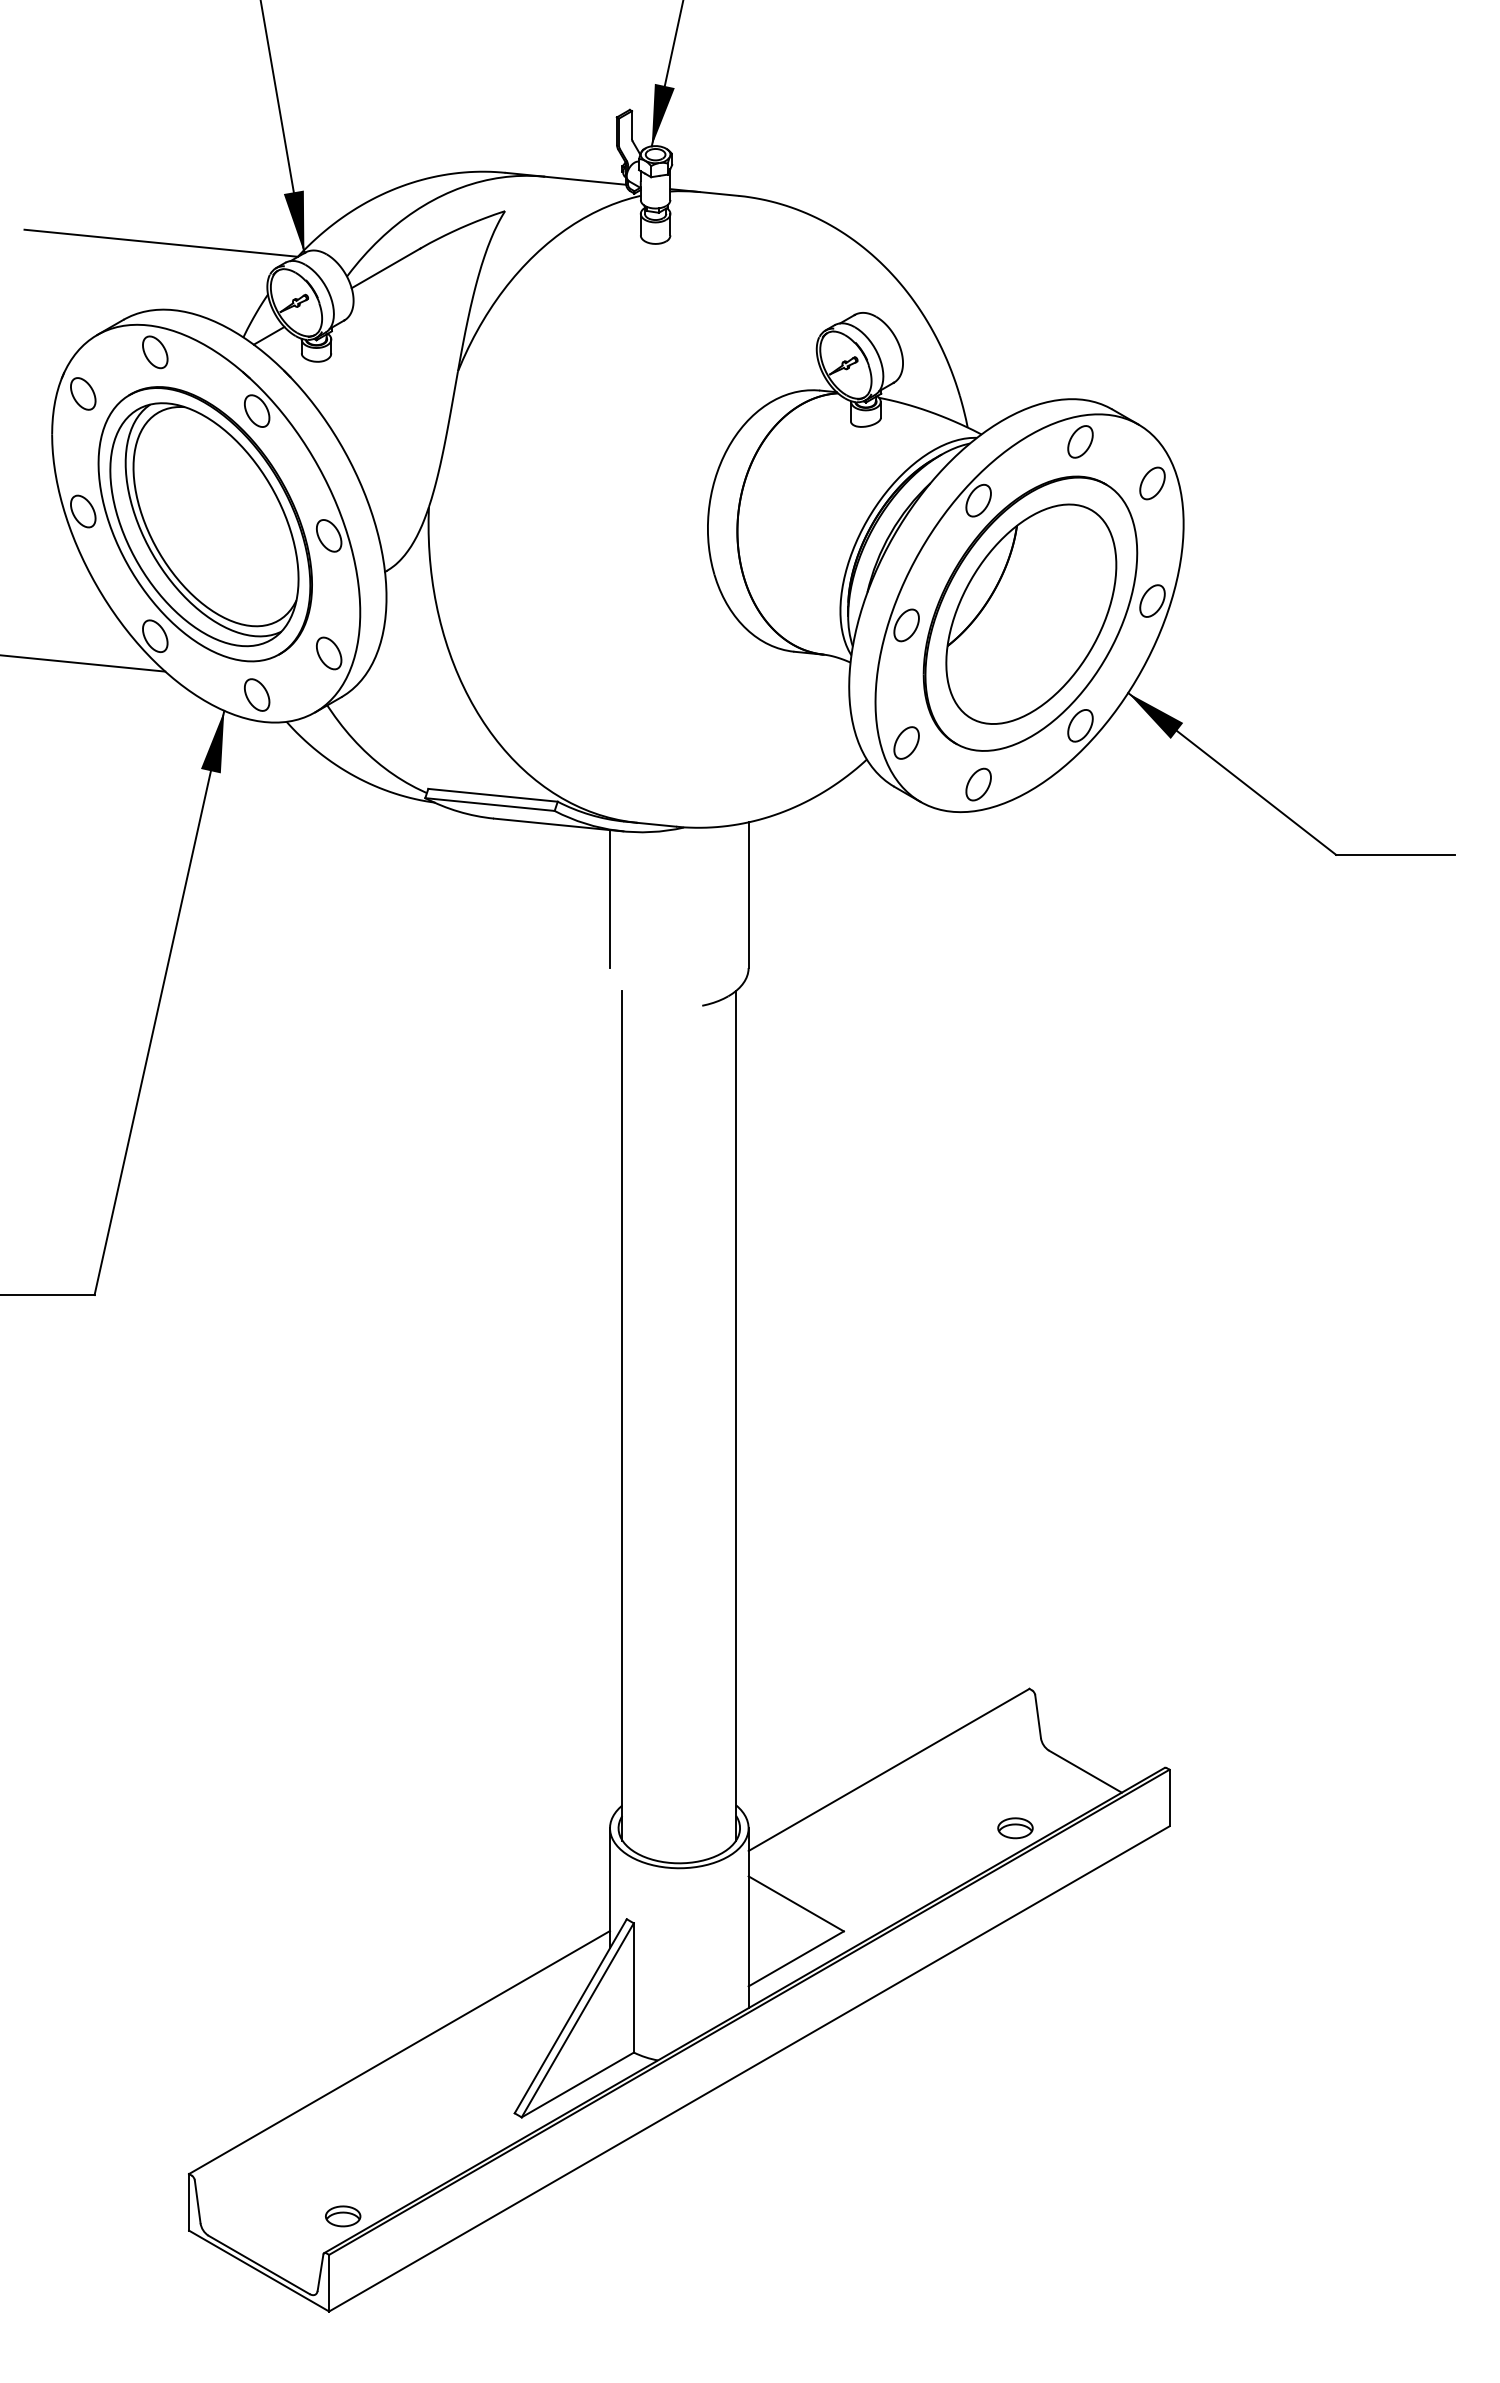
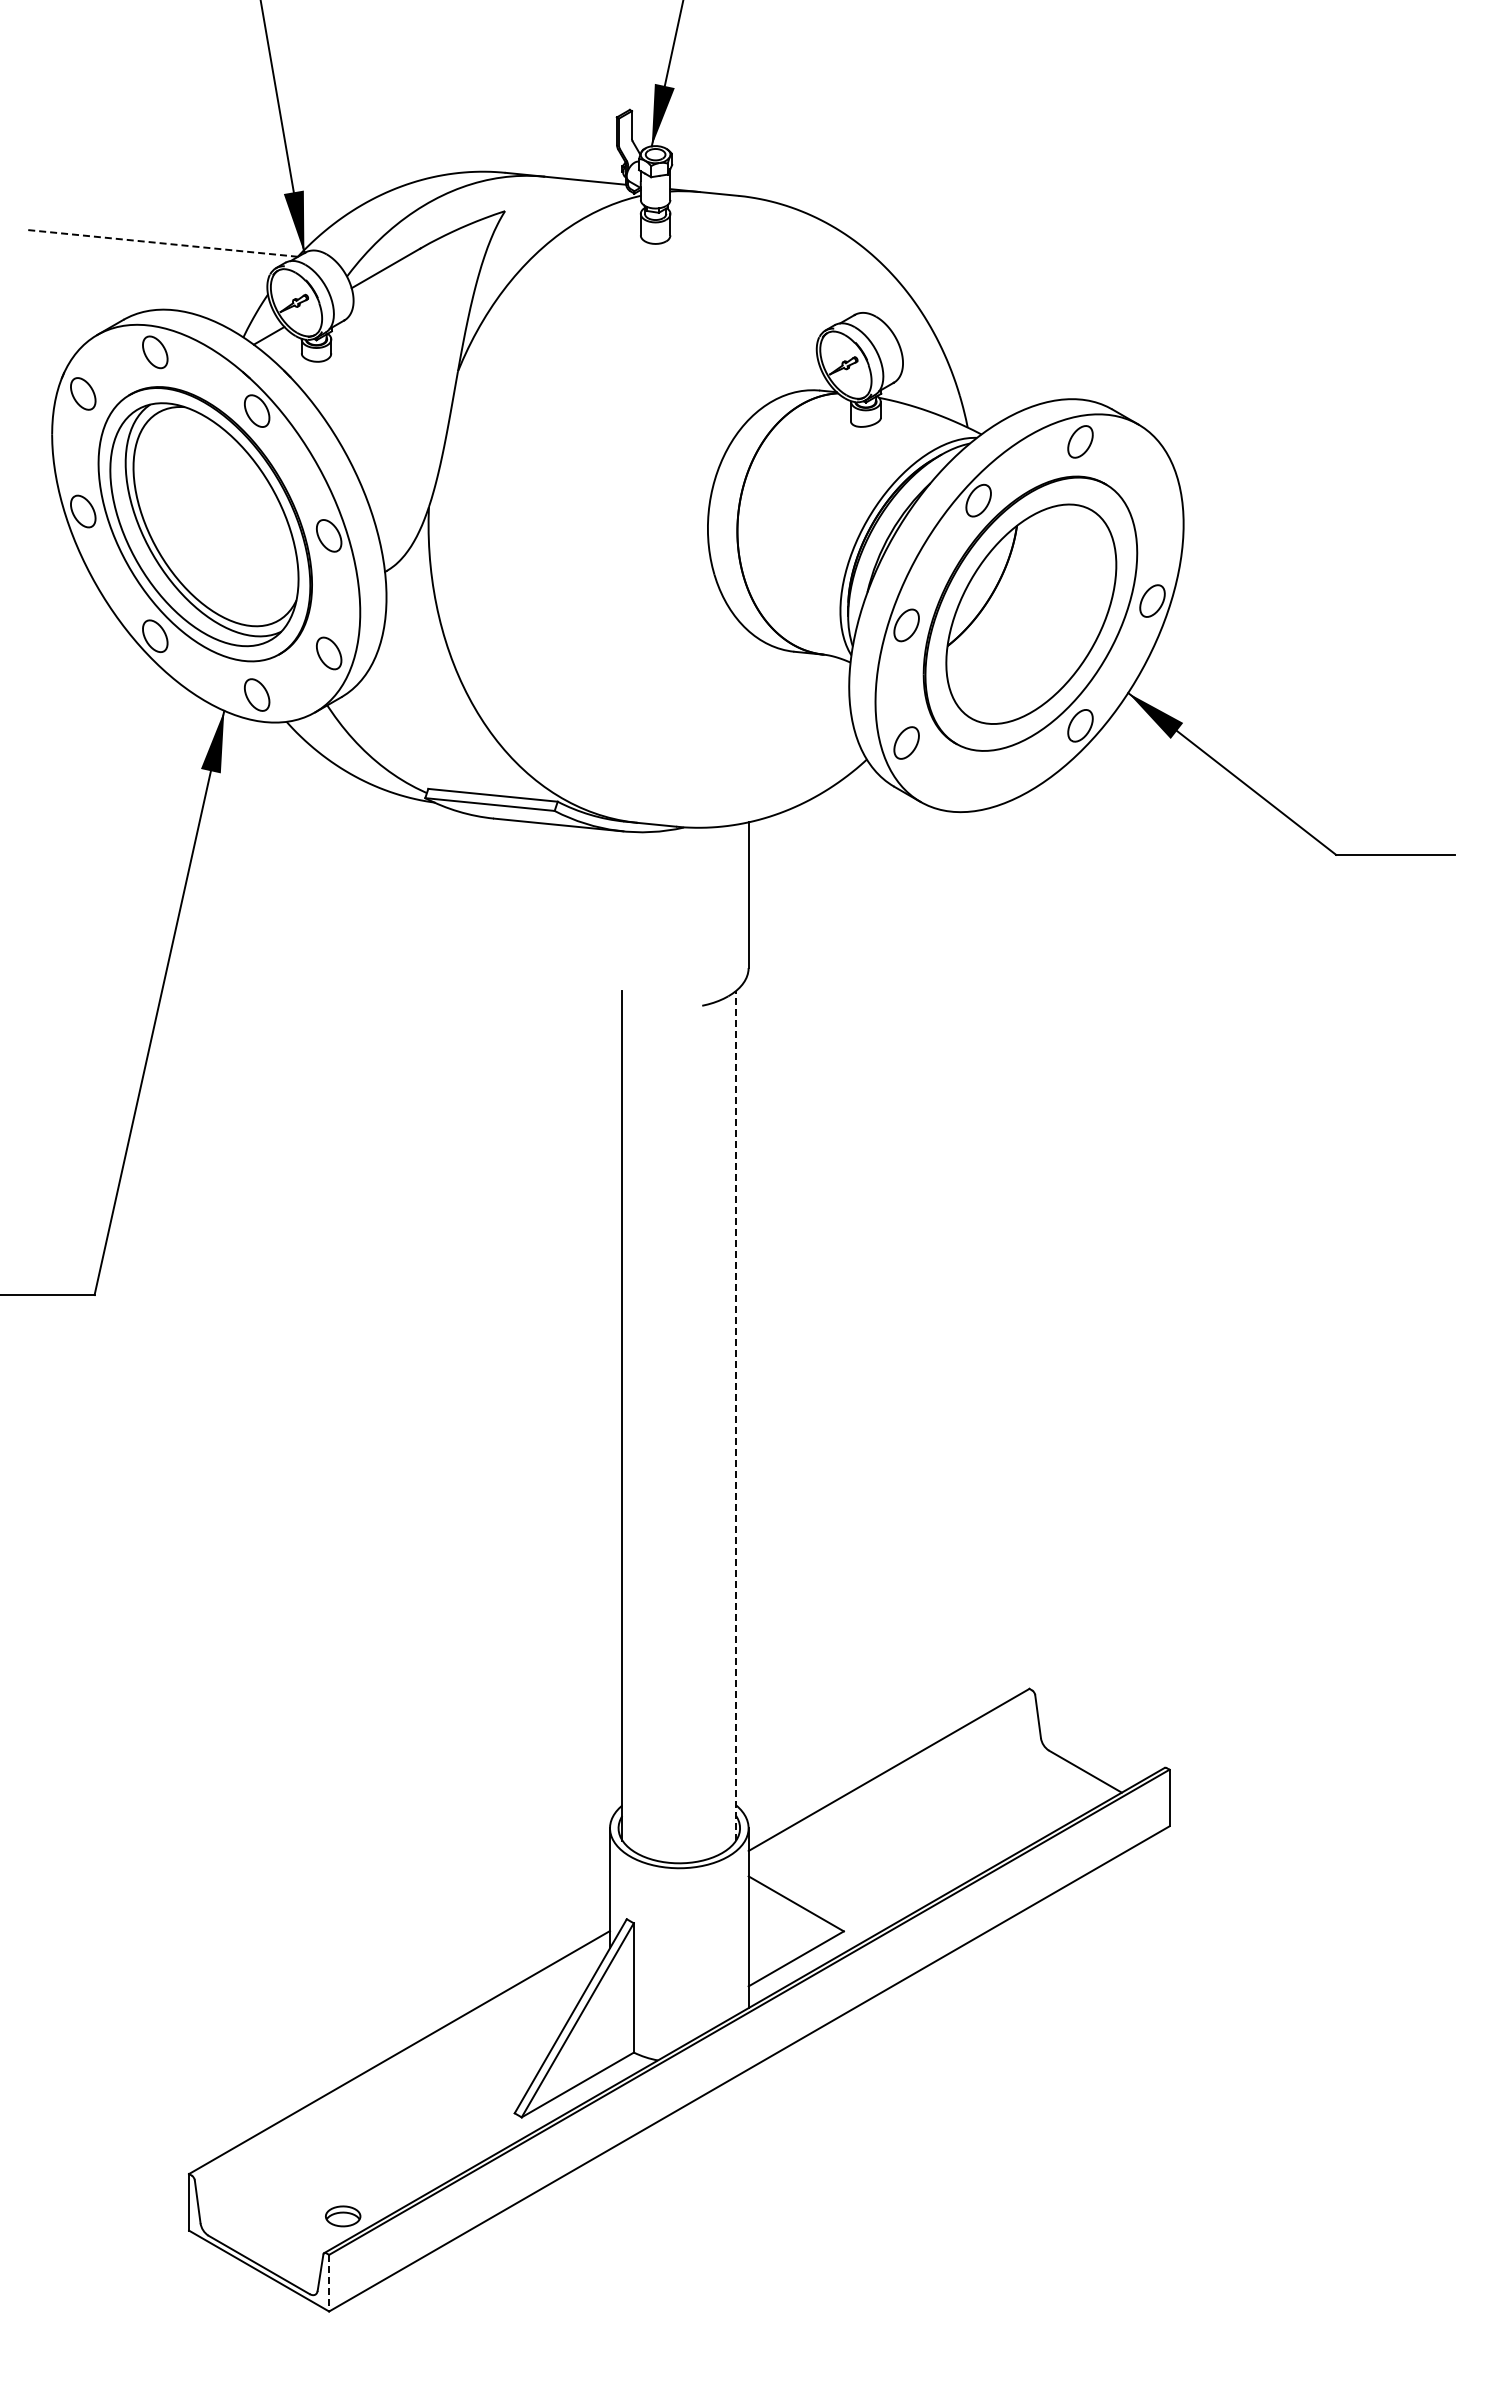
line at (160, 243): solid -> dashed
part at (1152, 483): present -> none
line at (83, 663): present -> none
part at (978, 784): present -> none
line at (609, 899): present -> none
line at (736, 1415): solid -> dashed
part at (1015, 1828): present -> none
line at (329, 2283): solid -> dashed
